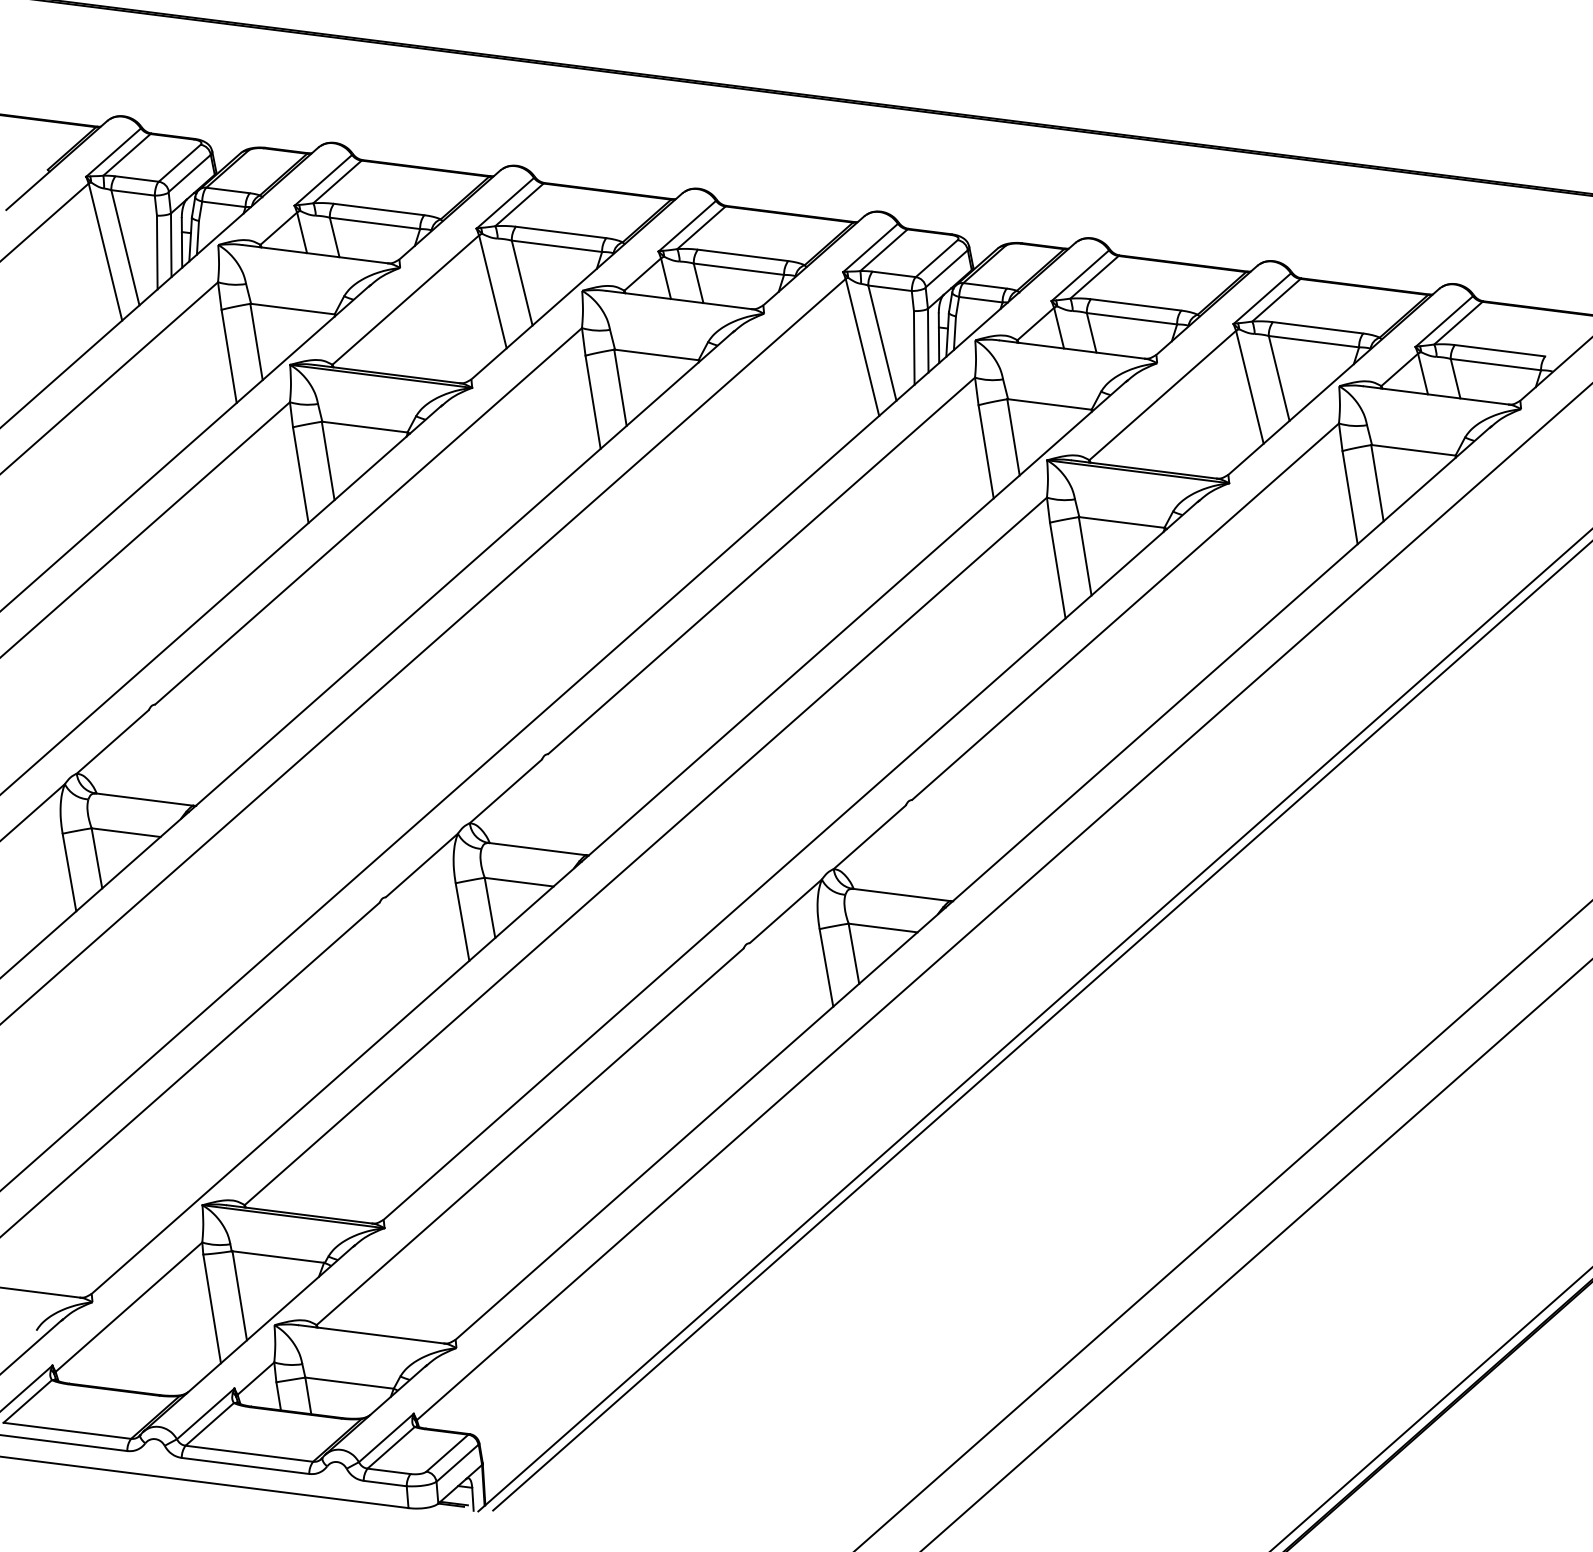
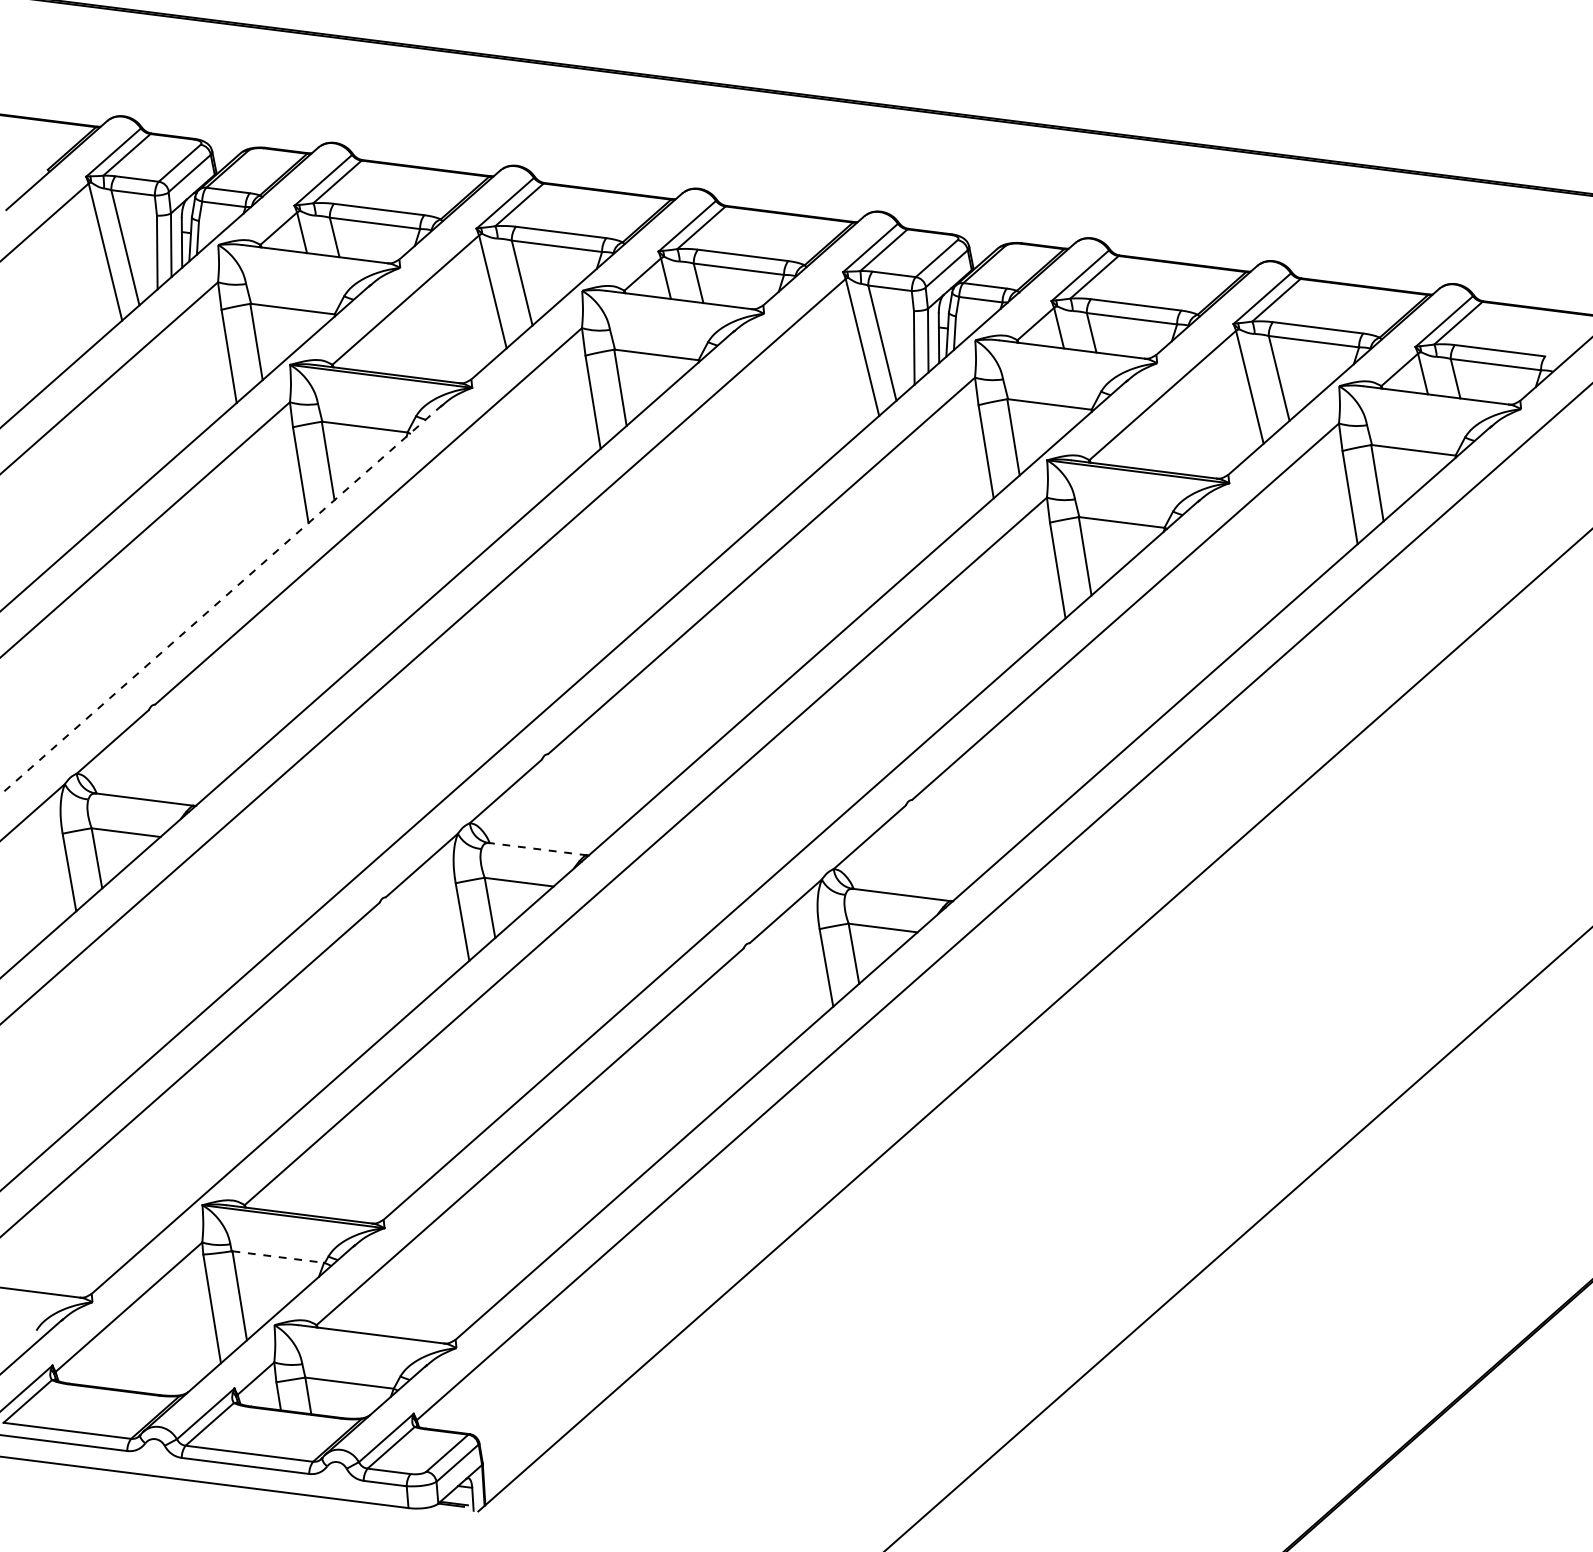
line at (221, 600): solid -> dashed
line at (537, 849): solid -> dashed
line at (1041, 1026): present -> none
line at (1223, 1225): present -> none
line at (1256, 1254) position: (1256, 1254) -> (1238, 1238)
line at (278, 1257): solid -> dashed
line at (1431, 1408): present -> none
